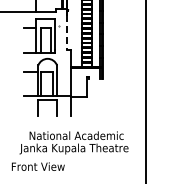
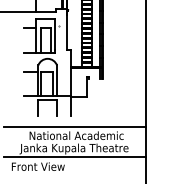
line at (67, 32): dashed -> solid
line at (74, 127): none -> present
line at (74, 156): none -> present
